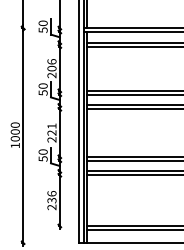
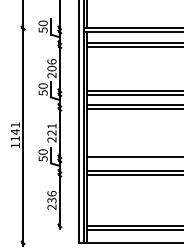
text at (14, 131): 1000 -> 1141
line at (133, 160): present -> none
